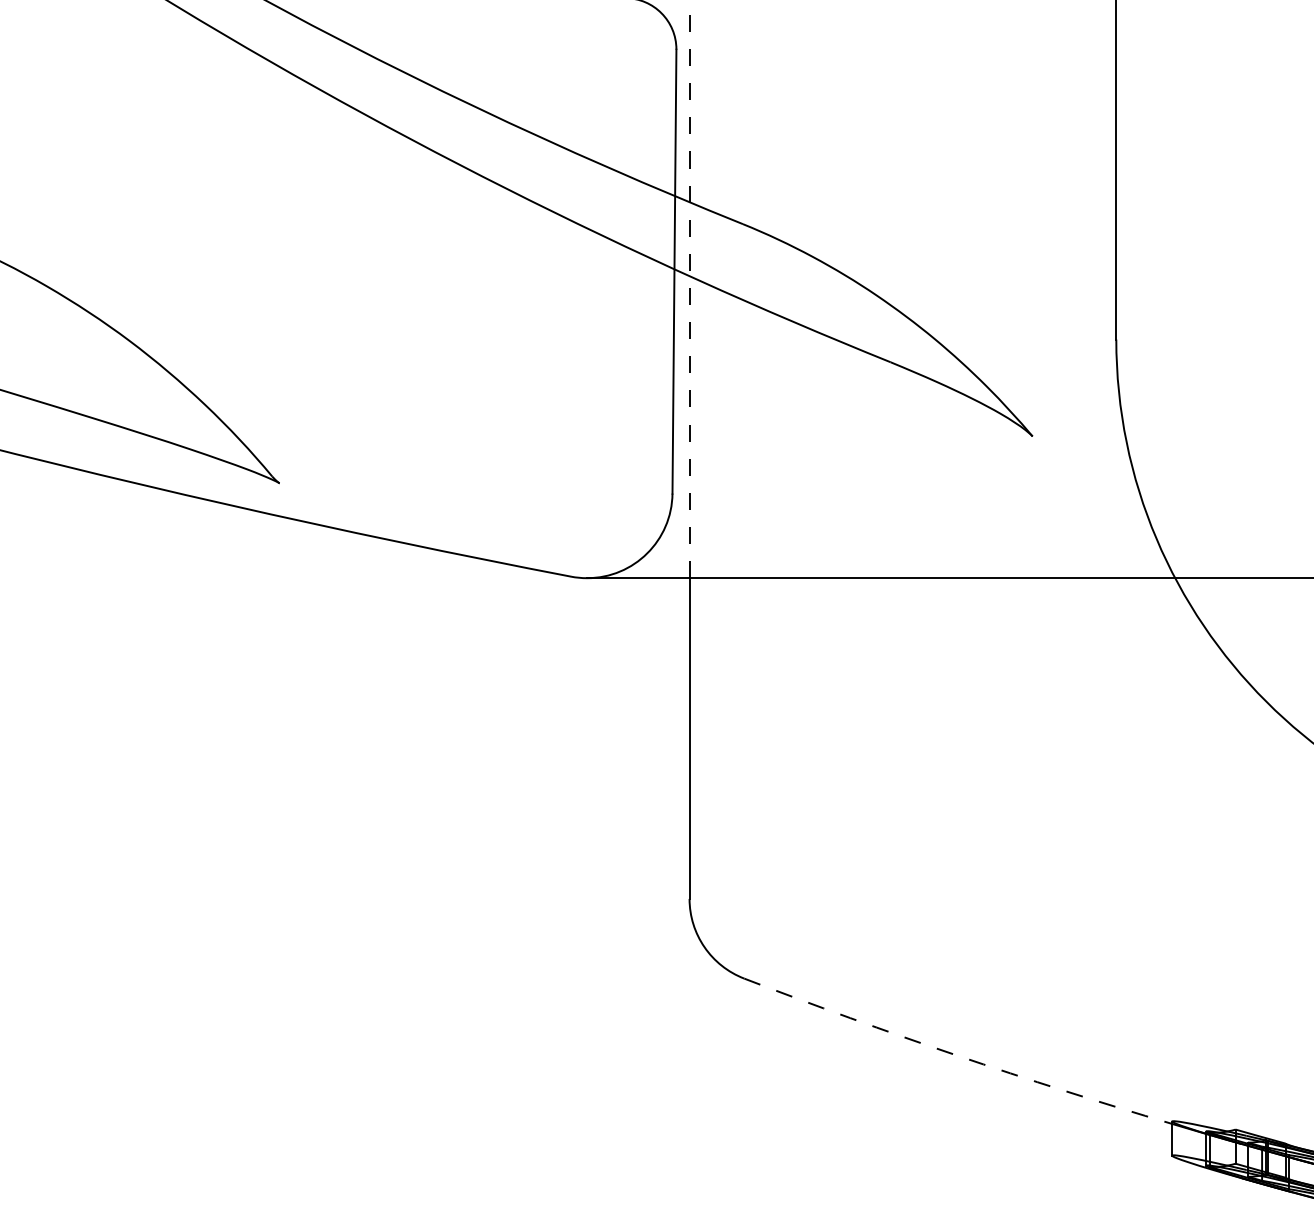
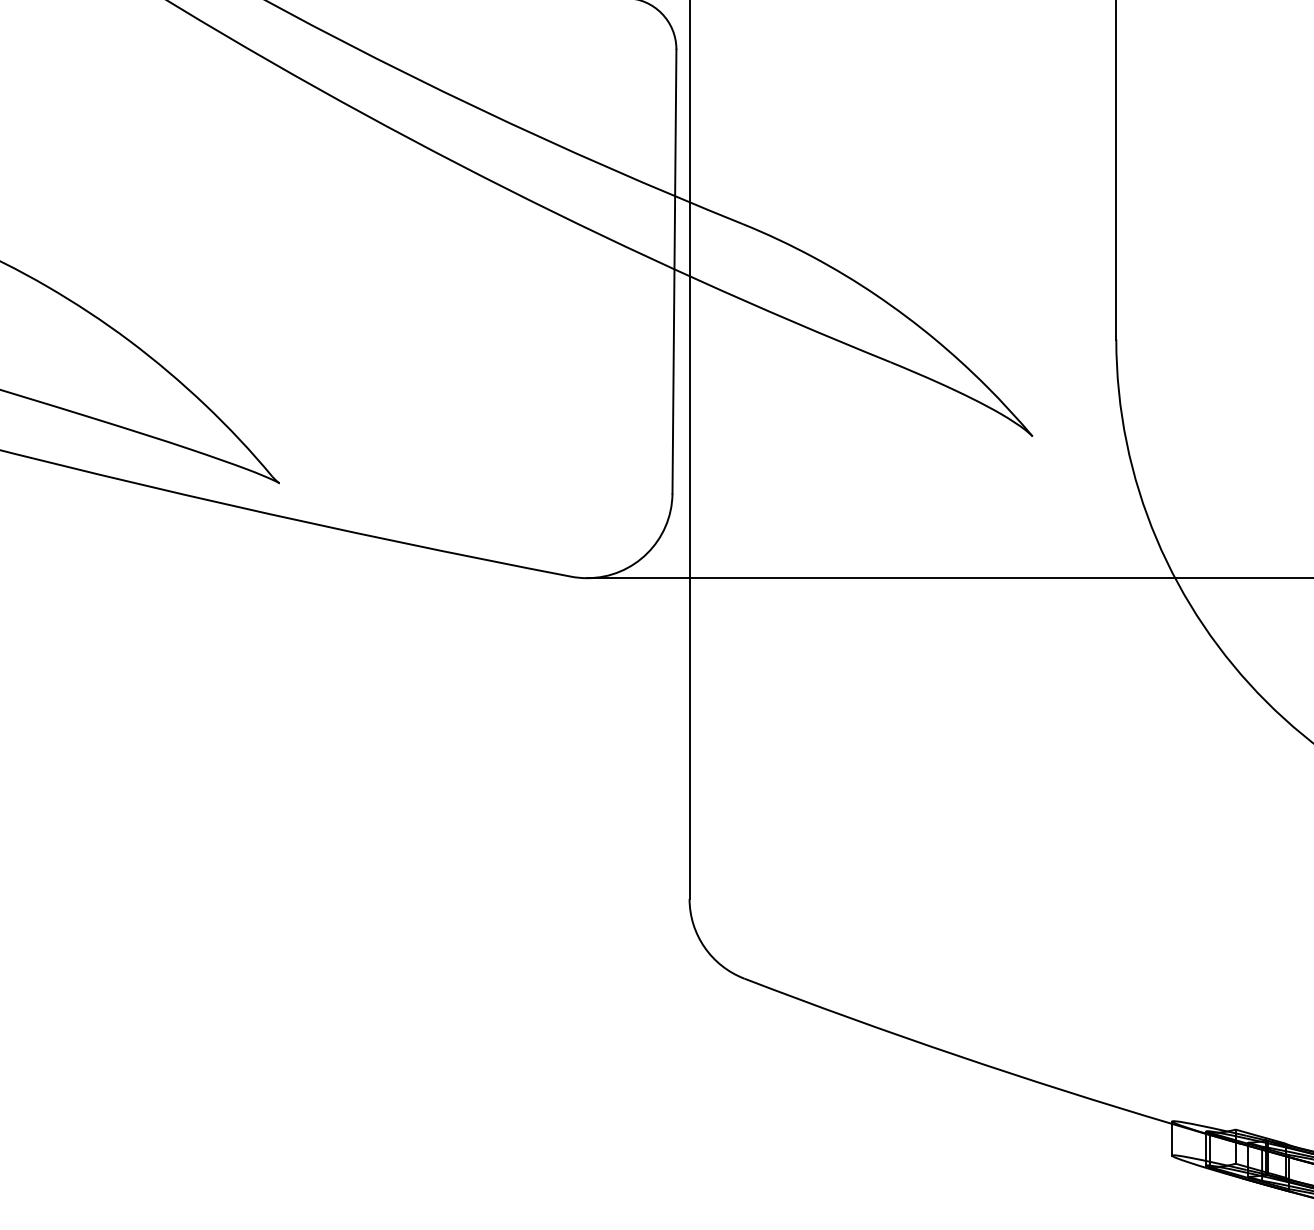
line at (689, 289): dashed -> solid
arc at (956, 1055): dashed -> solid
